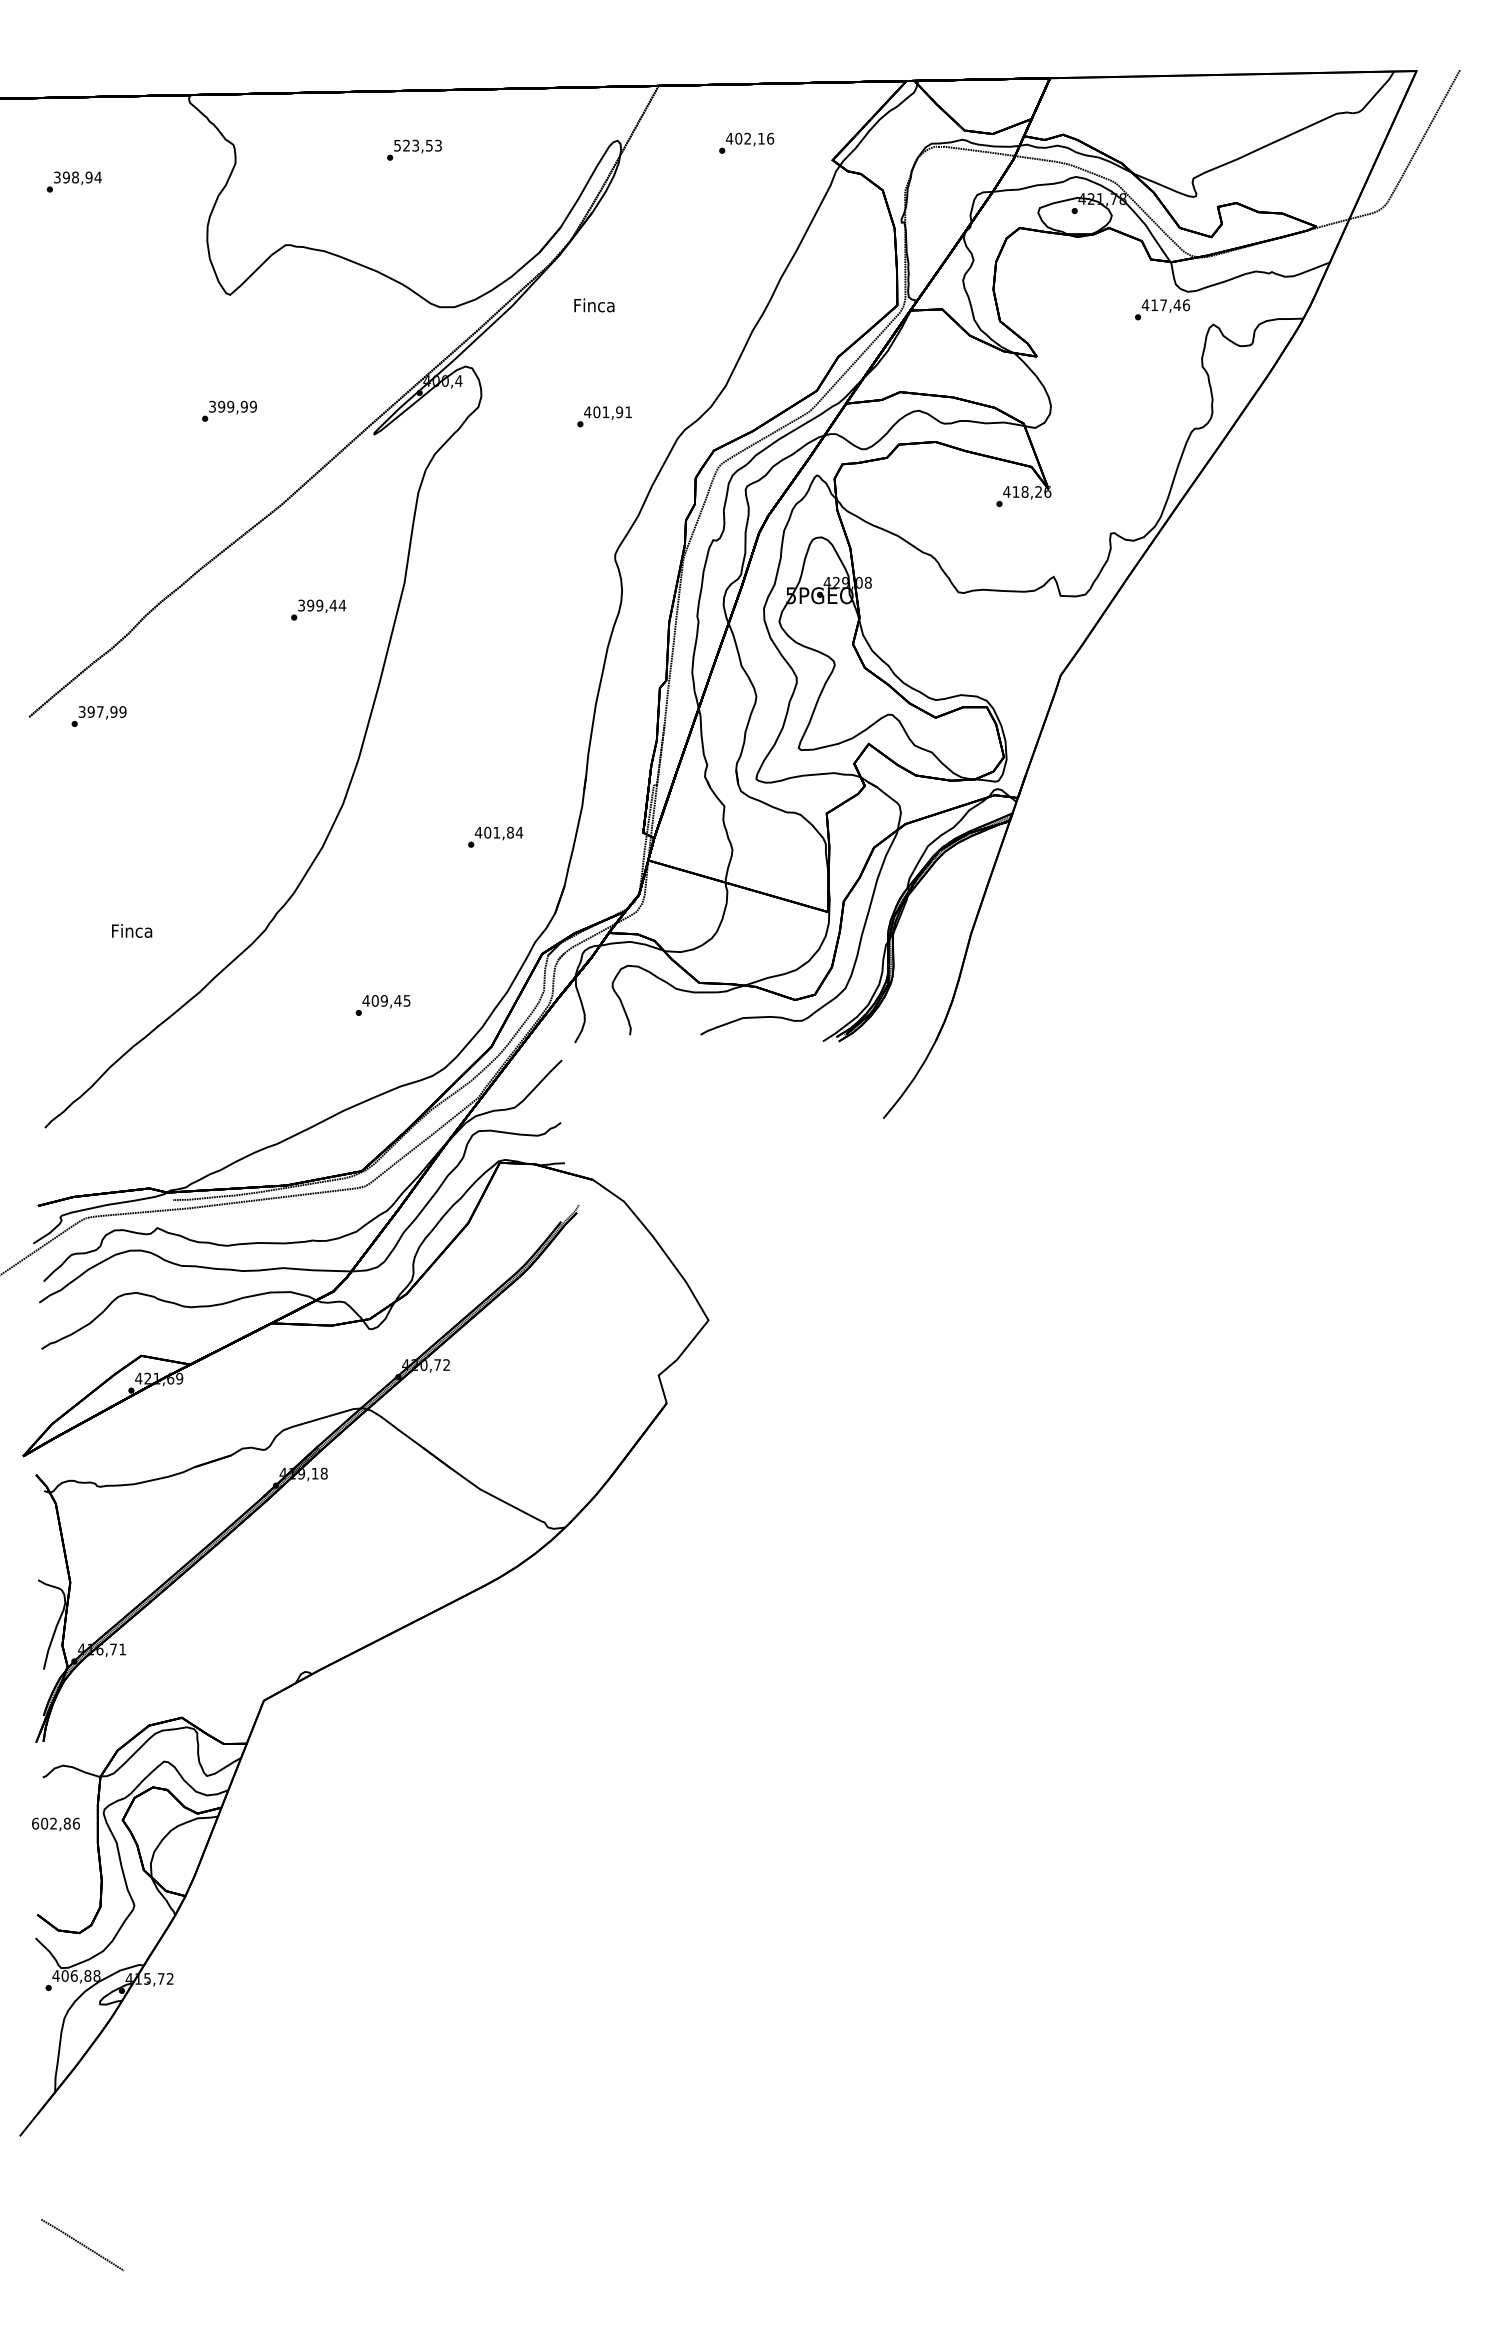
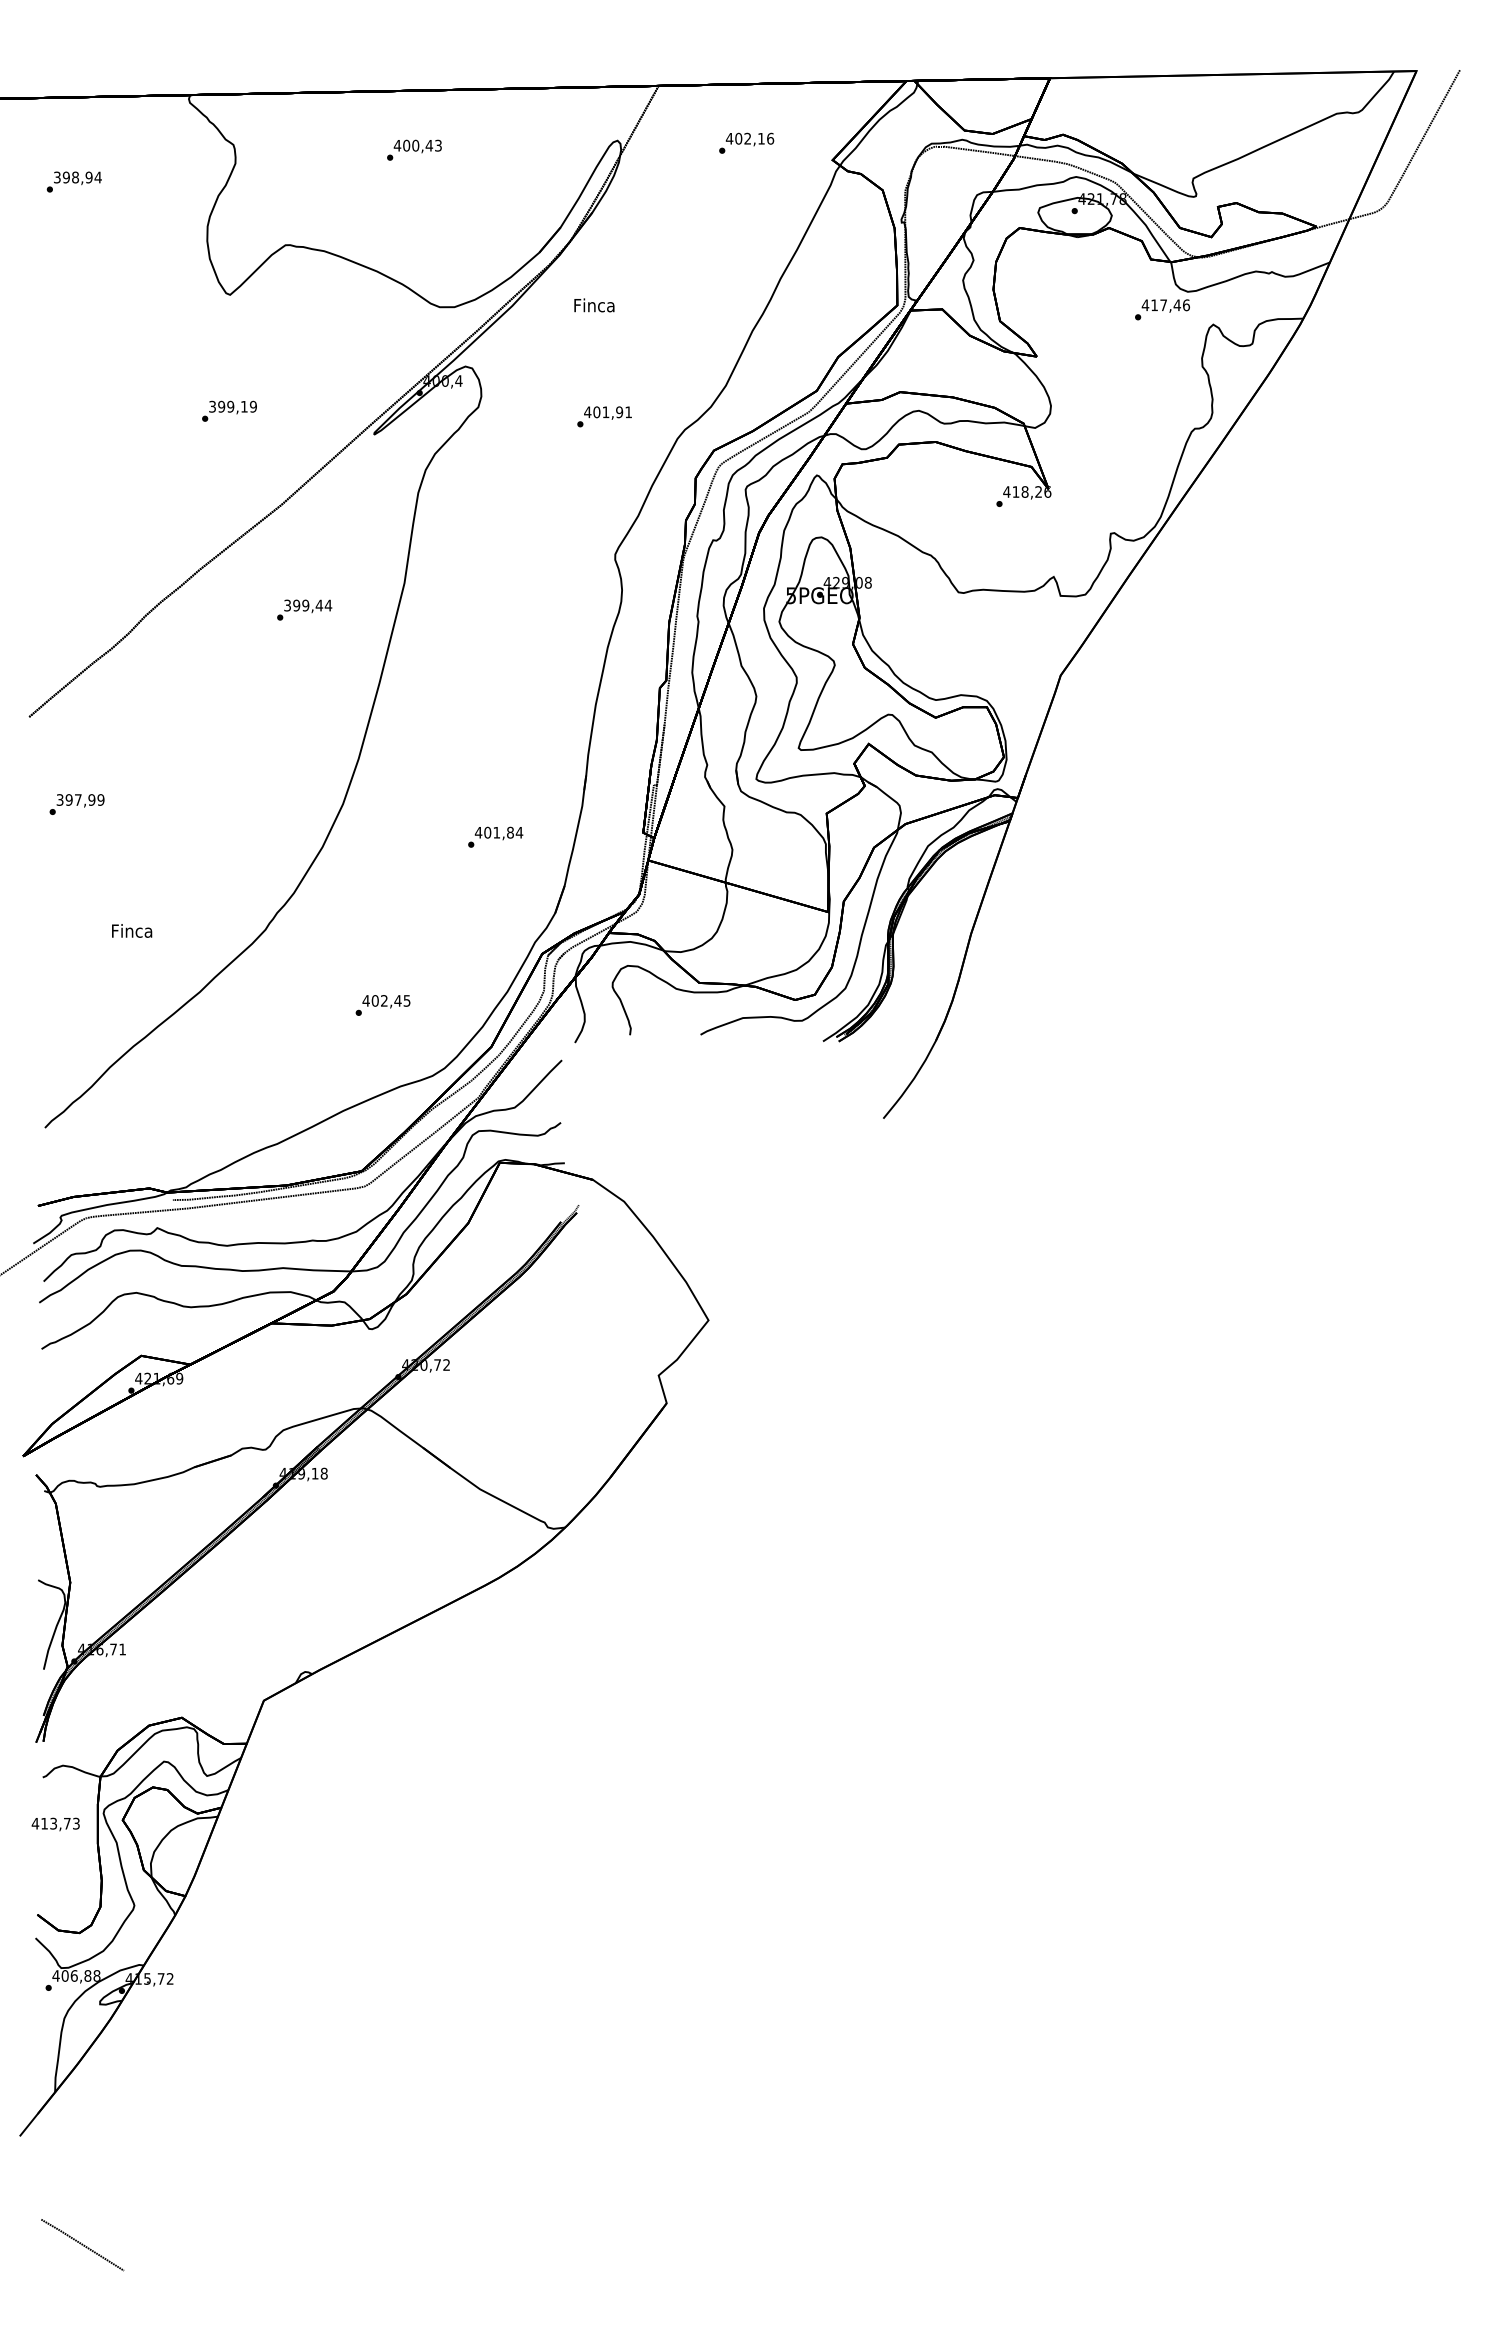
text at (413, 145): 523,53 -> 400,43
text at (243, 406): 399,99 -> 399,19
text at (318, 609) position: (318, 609) -> (304, 609)
text at (98, 716) position: (98, 716) -> (76, 804)
text at (383, 1000): 409,45 -> 402,45
text at (55, 1823): 602,86 -> 413,73
